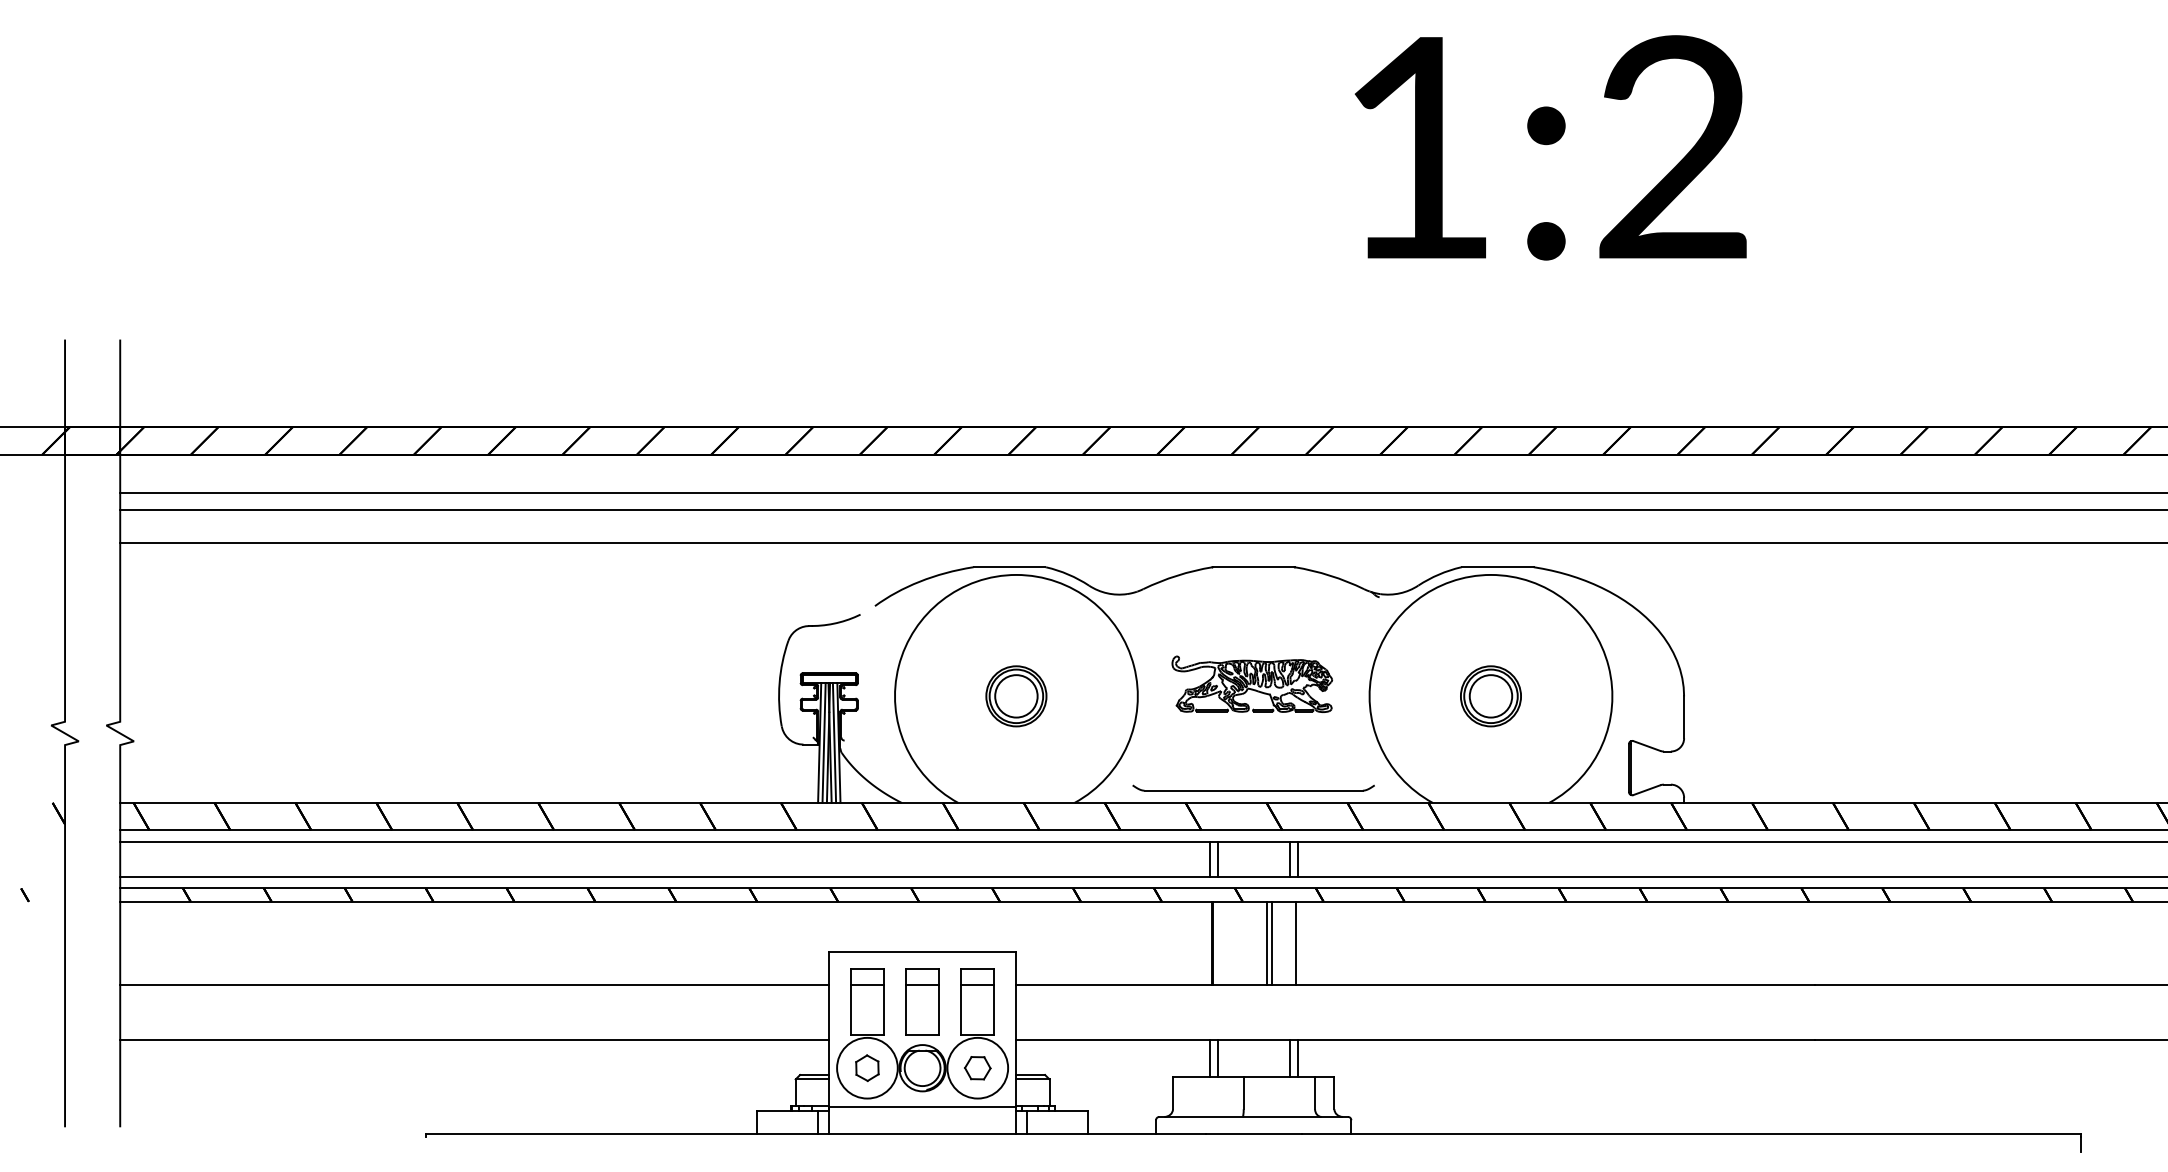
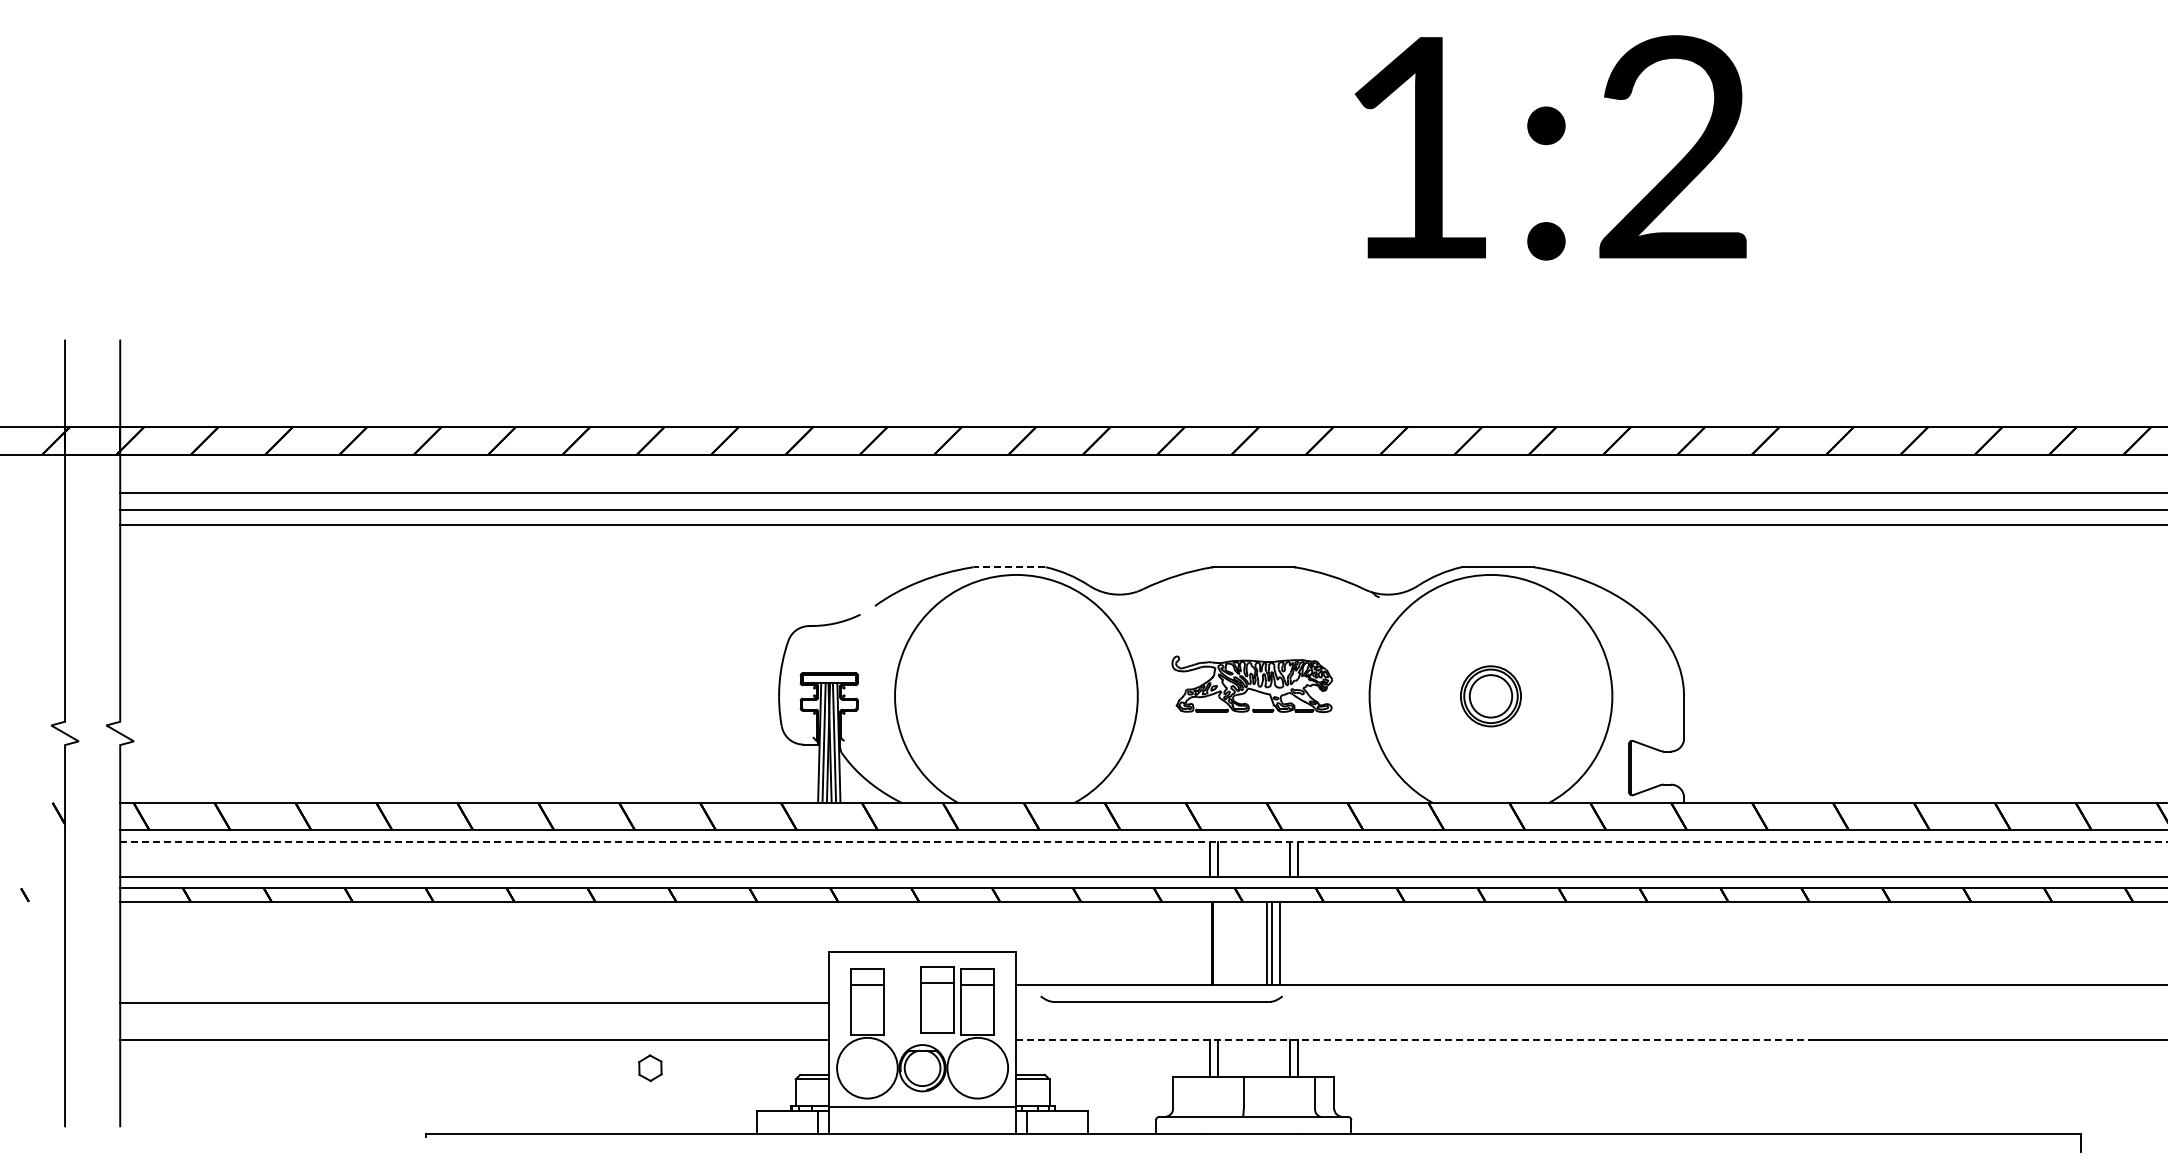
line at (1142, 543) position: (1142, 543) -> (1142, 525)
line at (1009, 567): solid -> dashed
part at (1016, 696): present -> none
part at (1253, 787) position: (1253, 787) -> (1161, 998)
line at (1144, 841): solid -> dashed
line at (1295, 942) position: (1295, 942) -> (1279, 942)
line at (474, 984) position: (474, 984) -> (474, 1002)
part at (922, 1001) position: (922, 1001) -> (937, 999)
line at (1416, 1039): solid -> dashed
part at (867, 1068) position: (867, 1068) -> (650, 1068)
part at (977, 1068): present -> none
